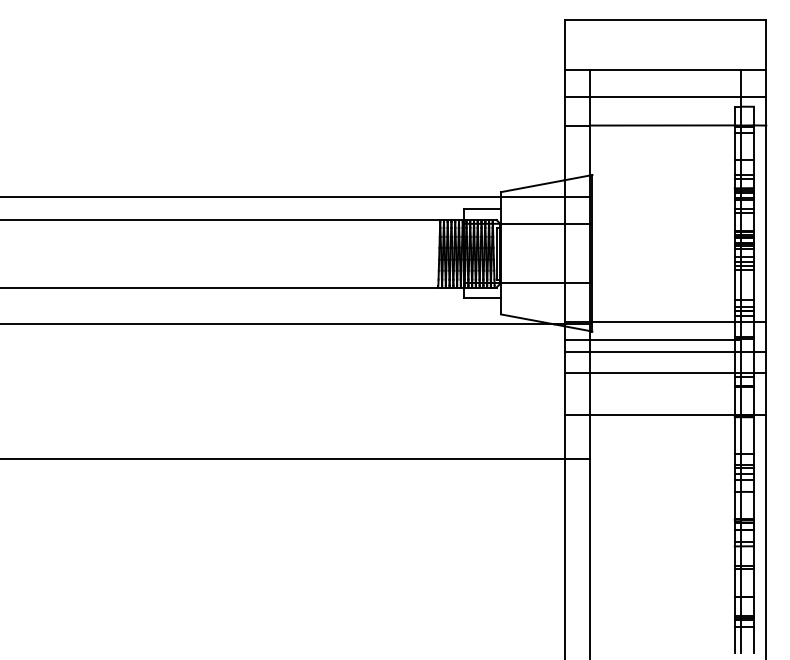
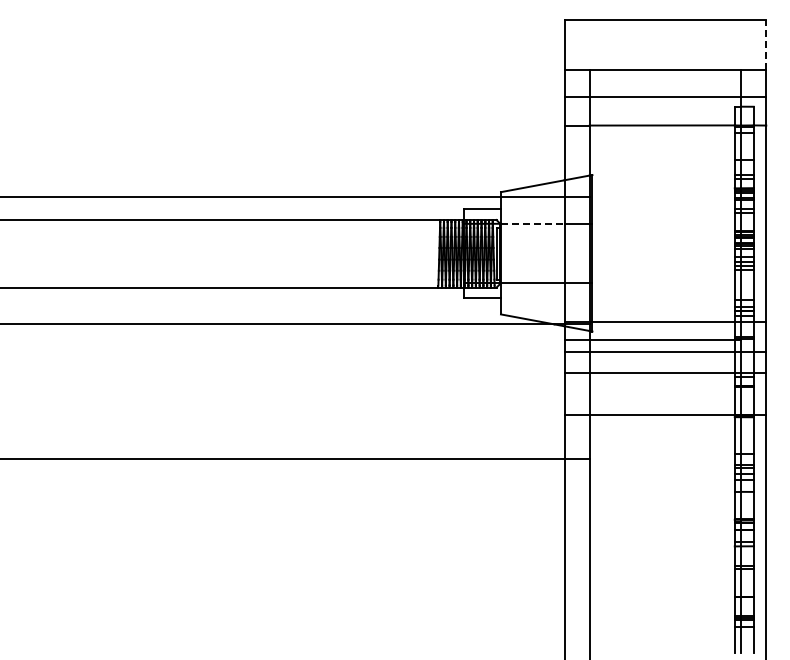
line at (766, 44): solid -> dashed
line at (532, 223): solid -> dashed
